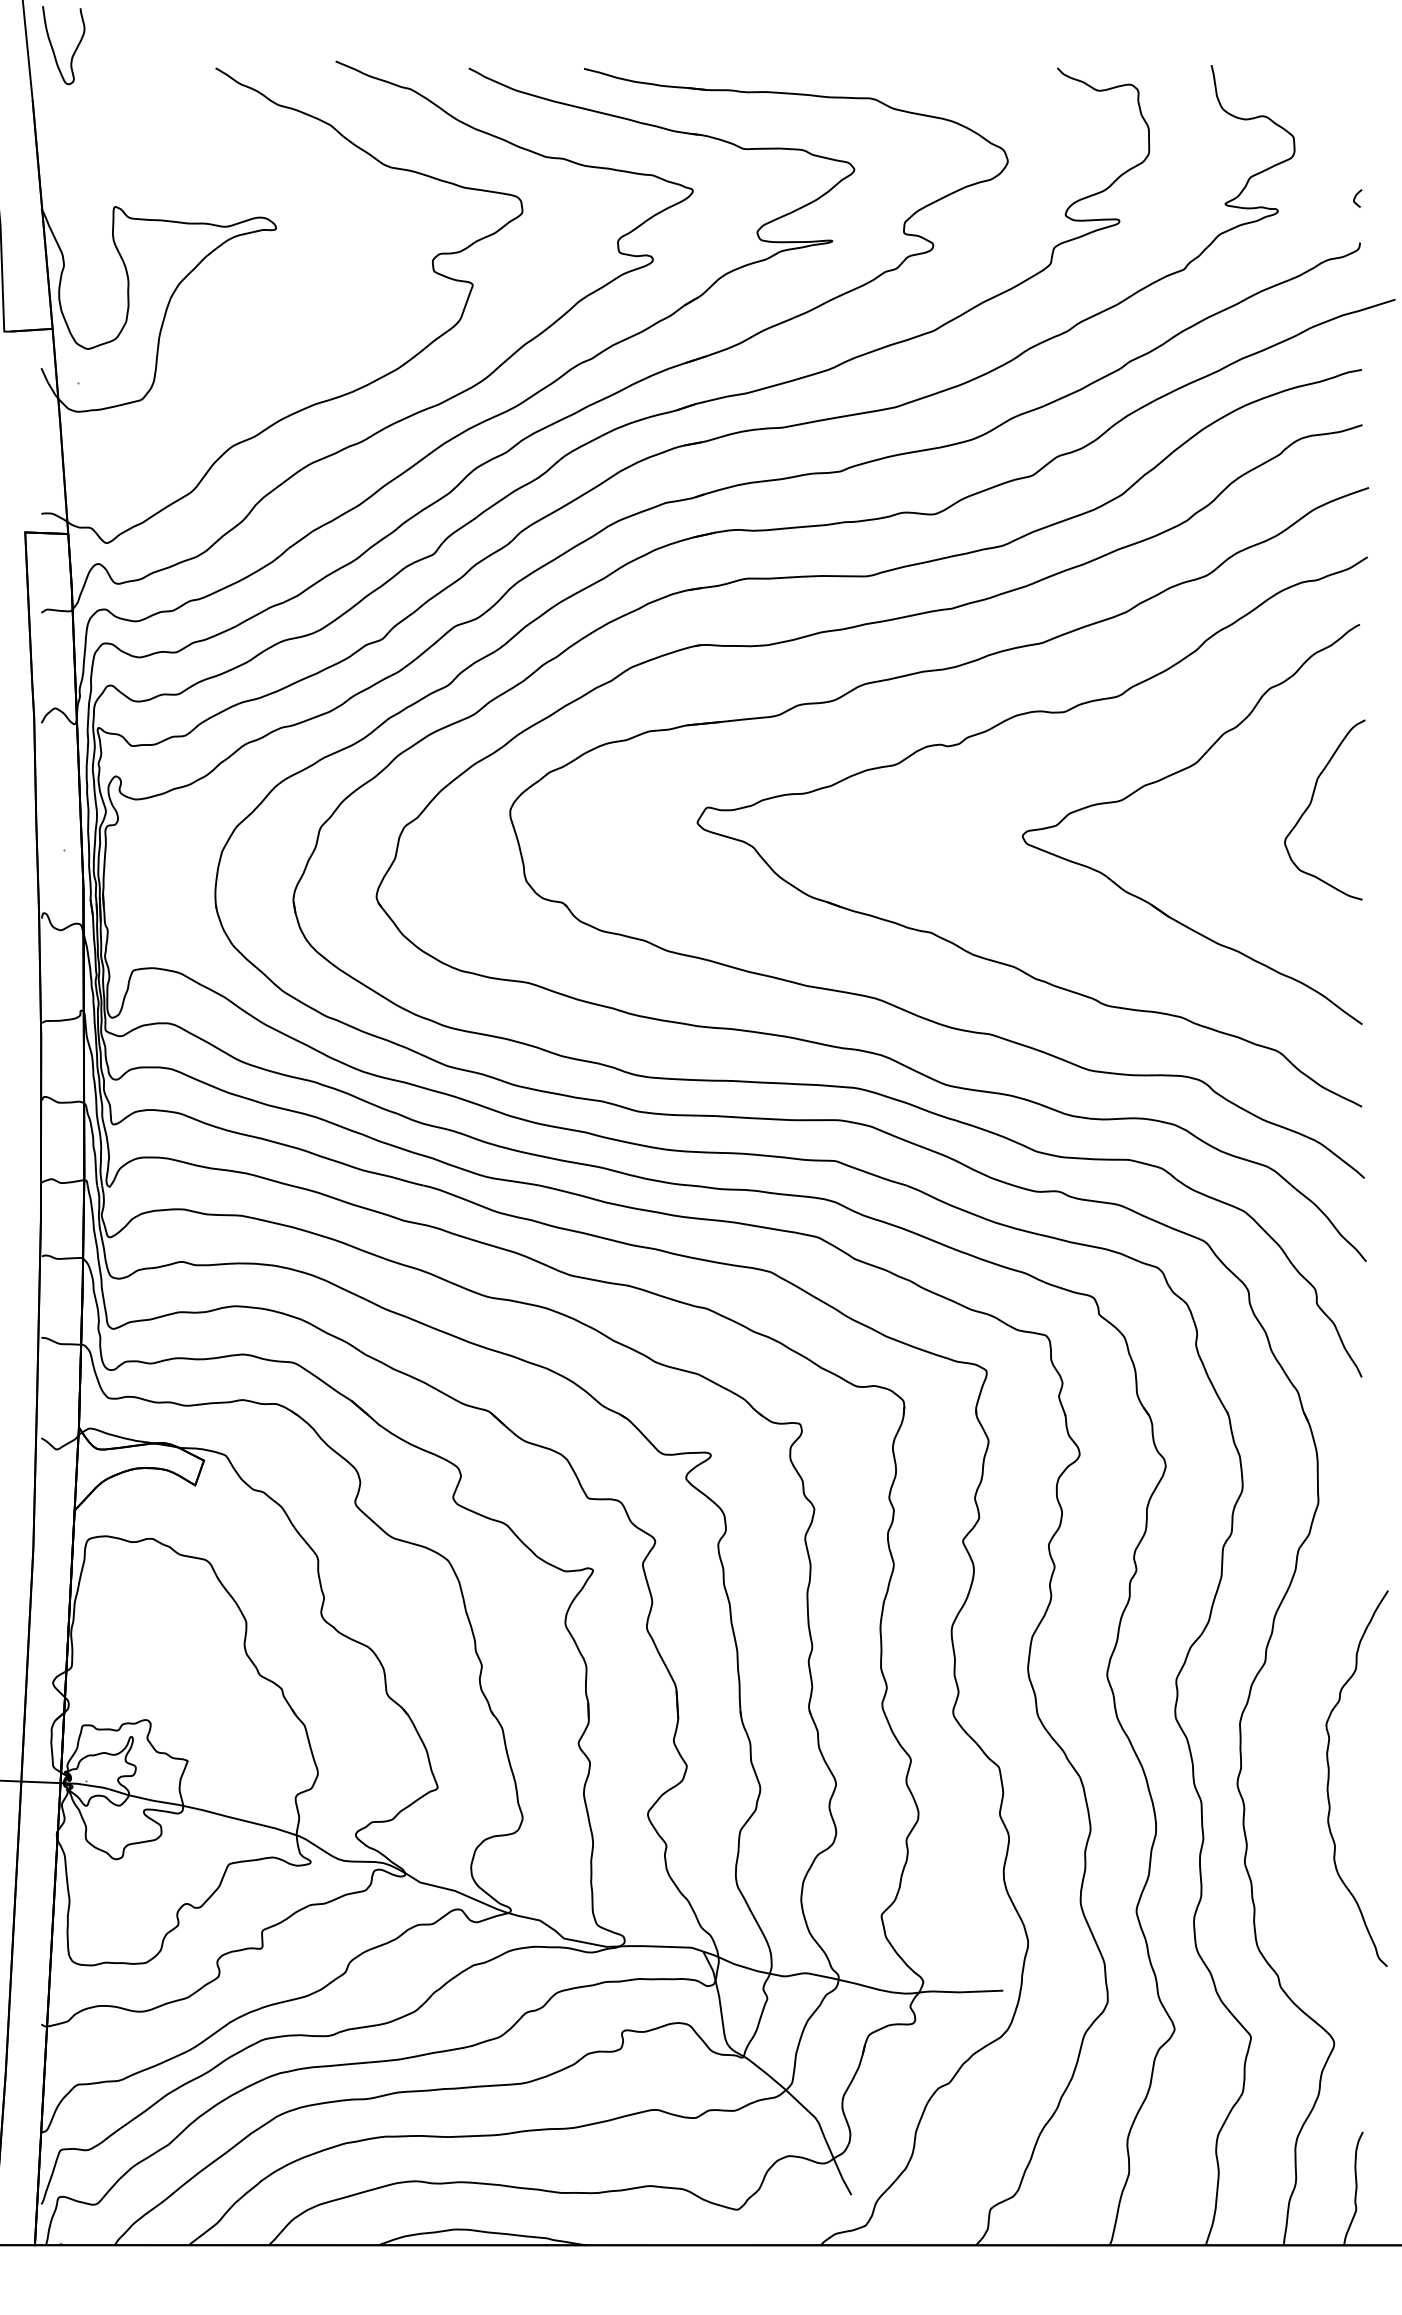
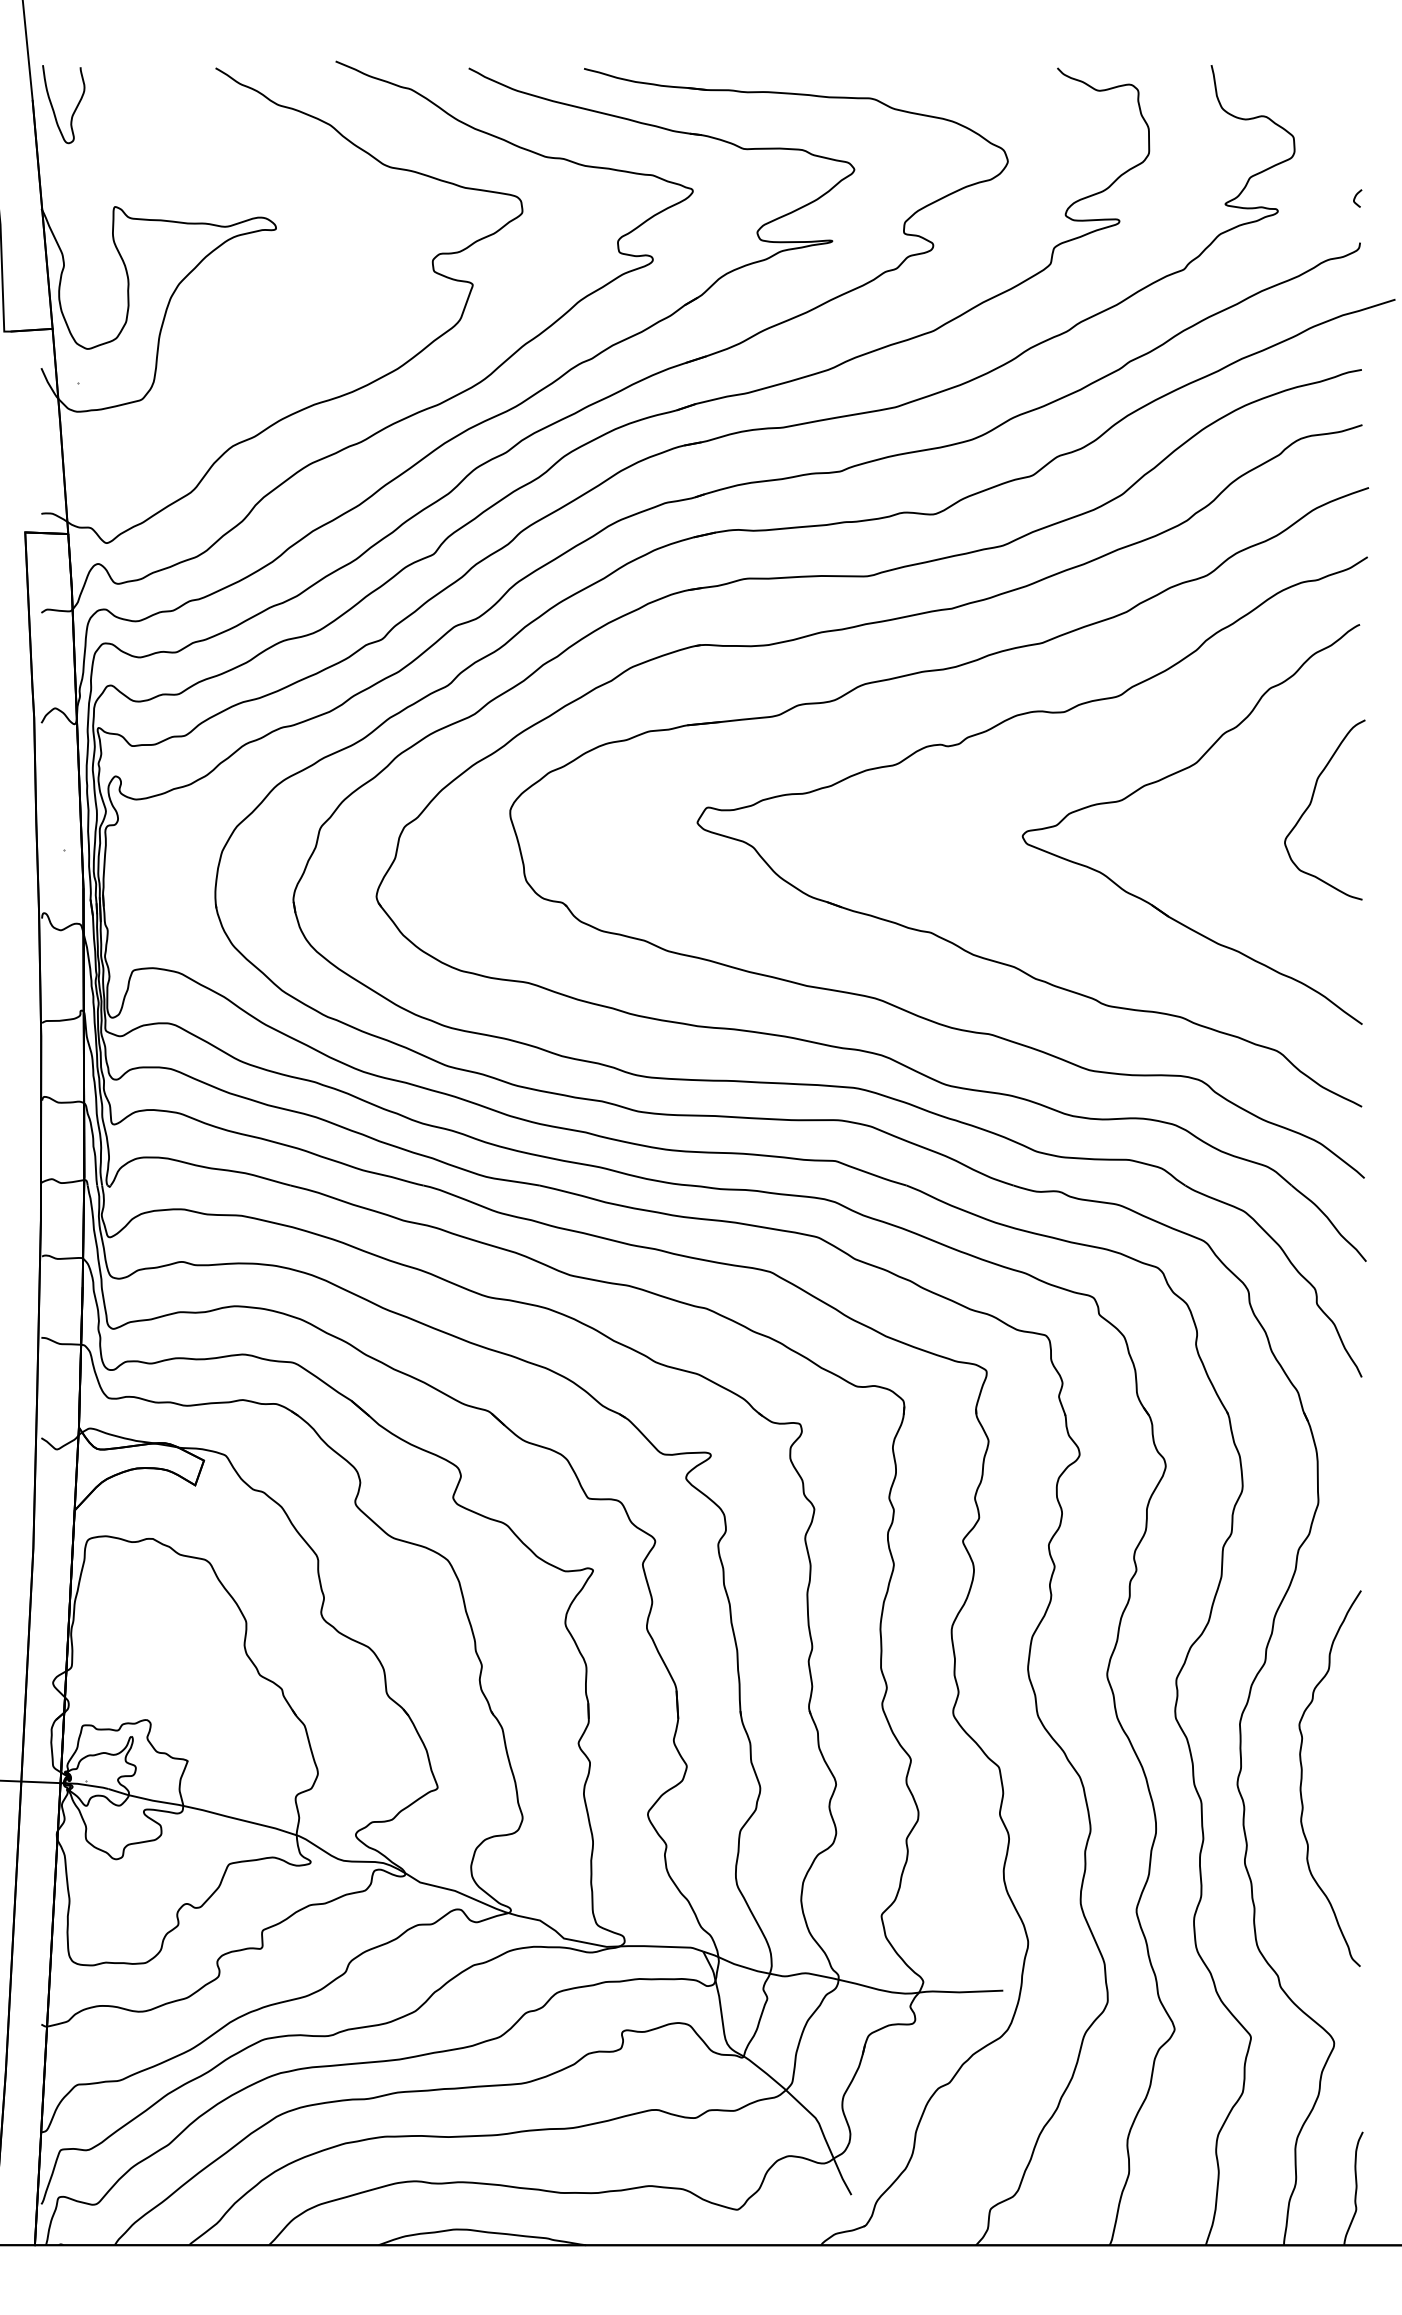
curve at (53, 48) position: (53, 48) -> (53, 107)
curve at (1329, 1778) position: (1329, 1778) -> (1302, 1778)
